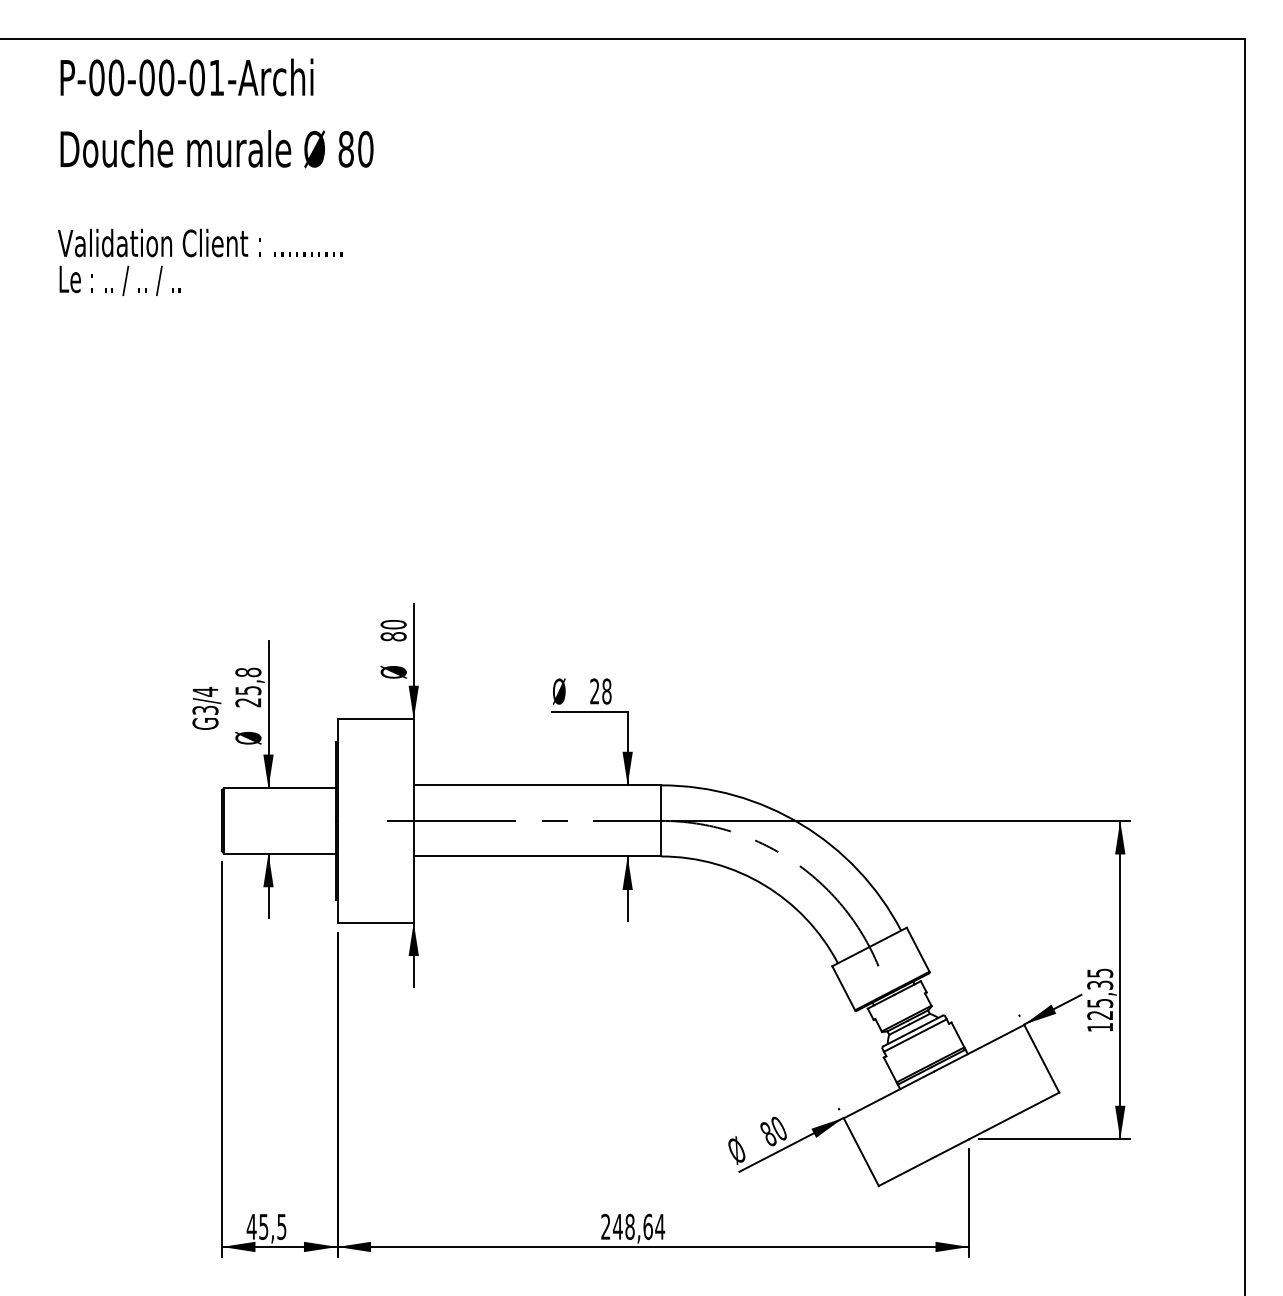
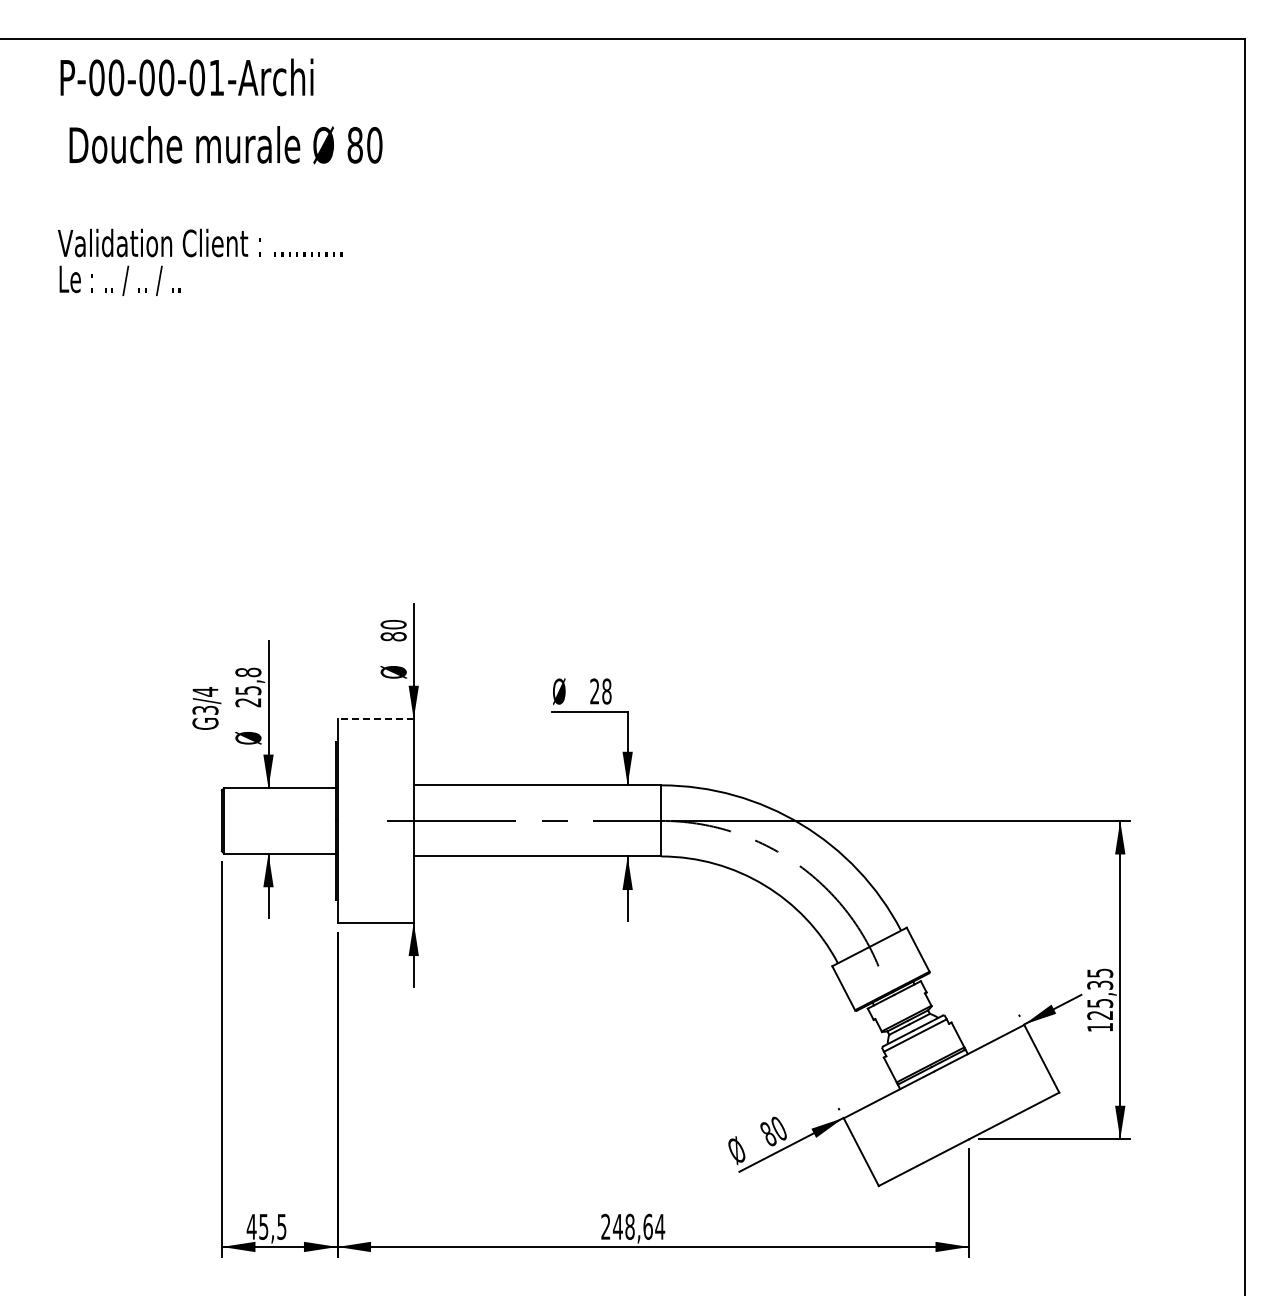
text at (216, 149) position: (216, 149) -> (225, 145)
line at (375, 719): solid -> dashed
